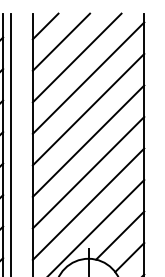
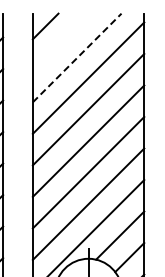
line at (61, 41): present -> none
line at (77, 58): solid -> dashed
line at (10, 143): present -> none
